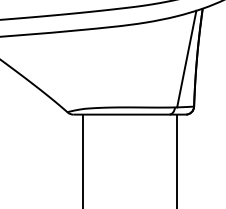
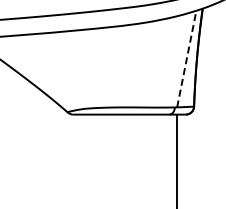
line at (186, 58): solid -> dashed
line at (83, 159): present -> none
